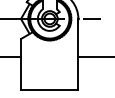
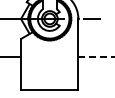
line at (96, 56): solid -> dashed
